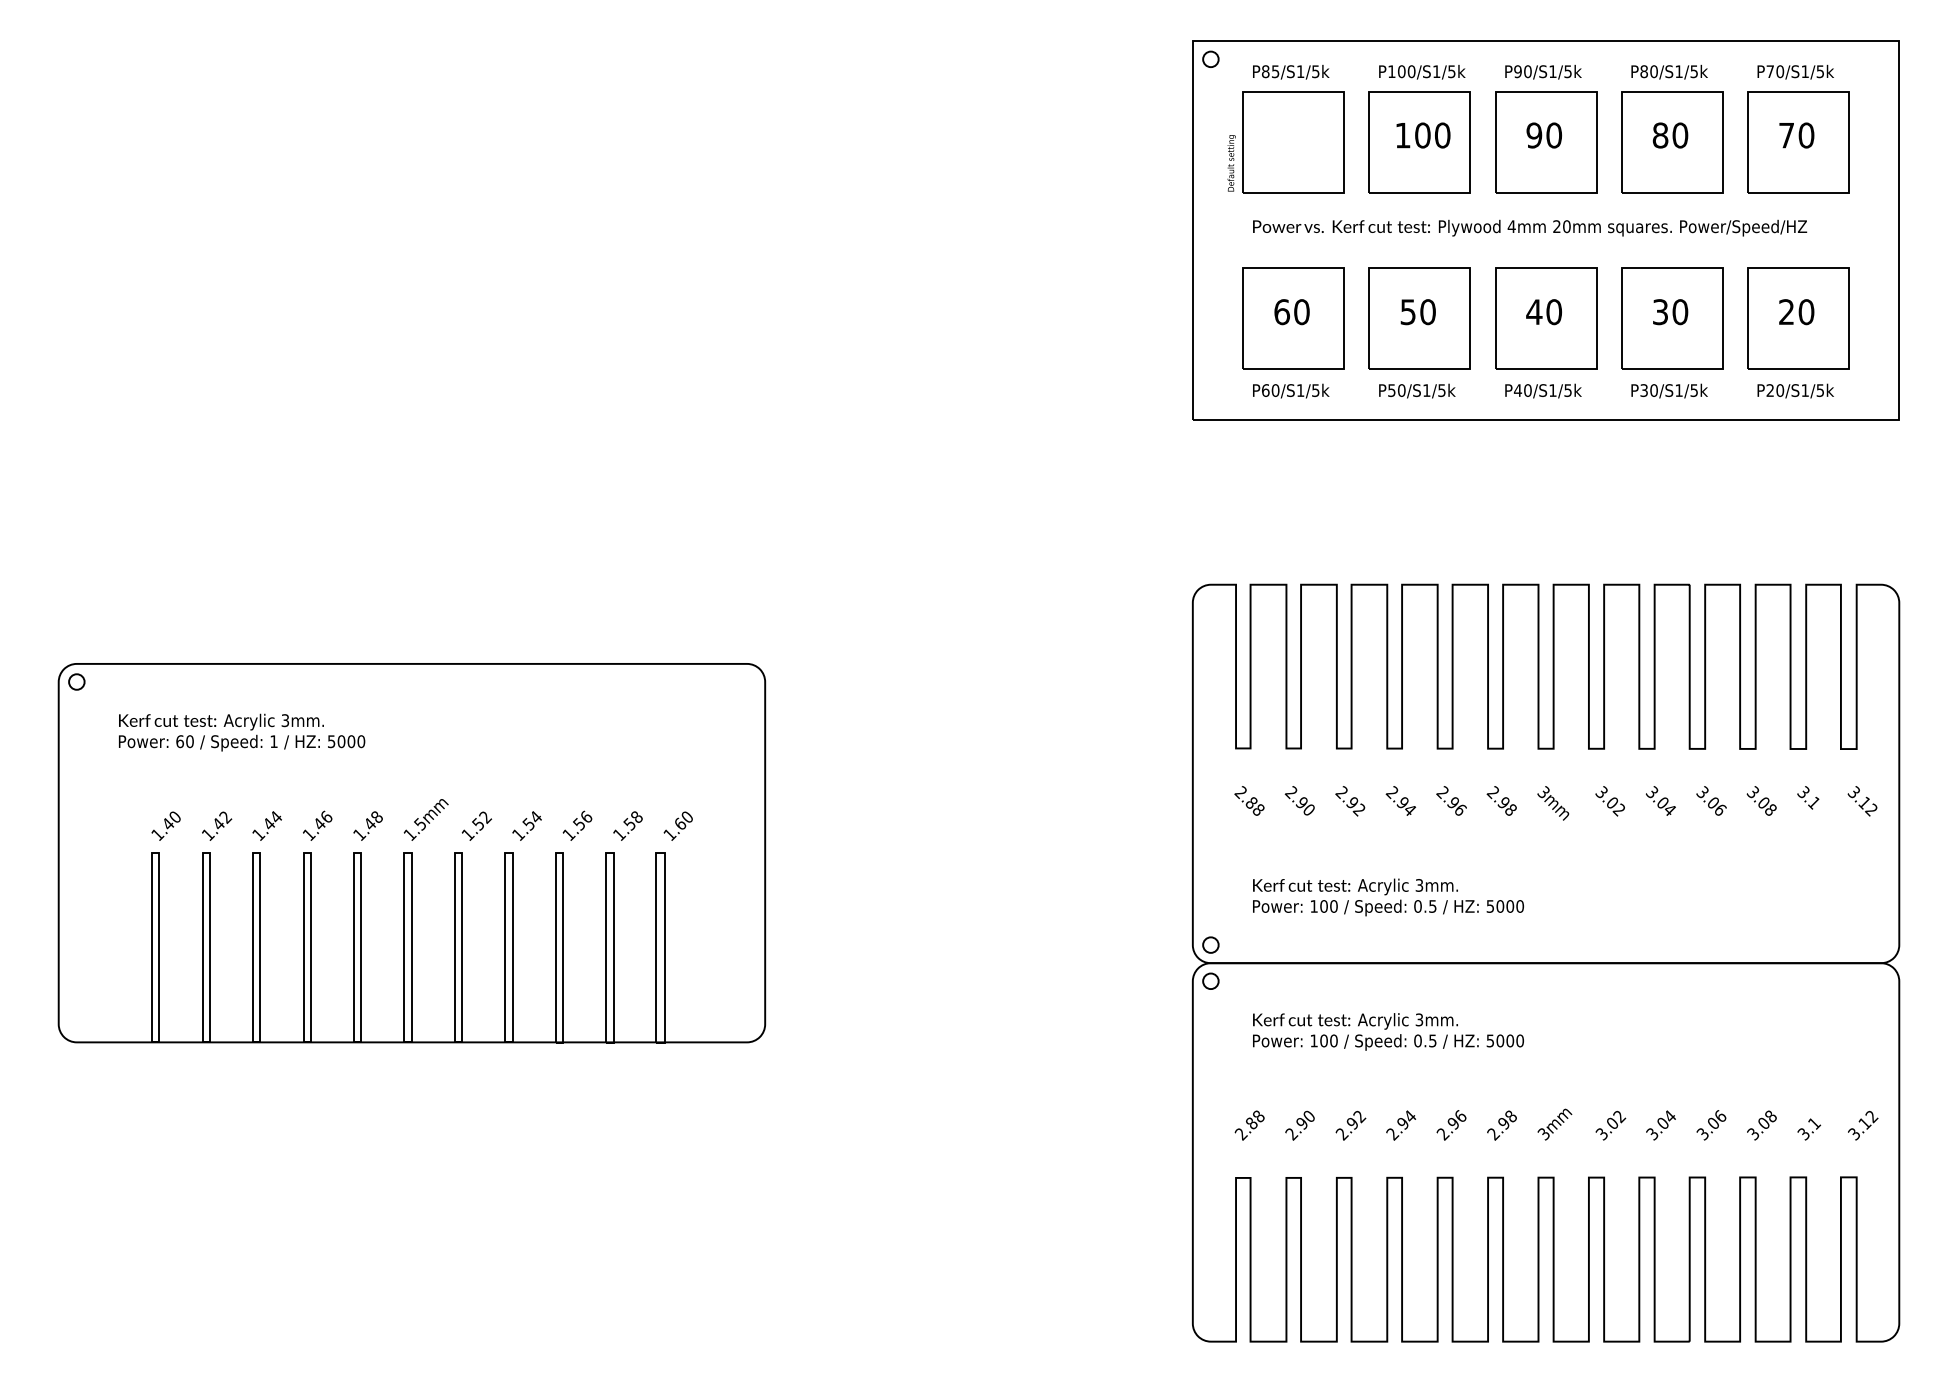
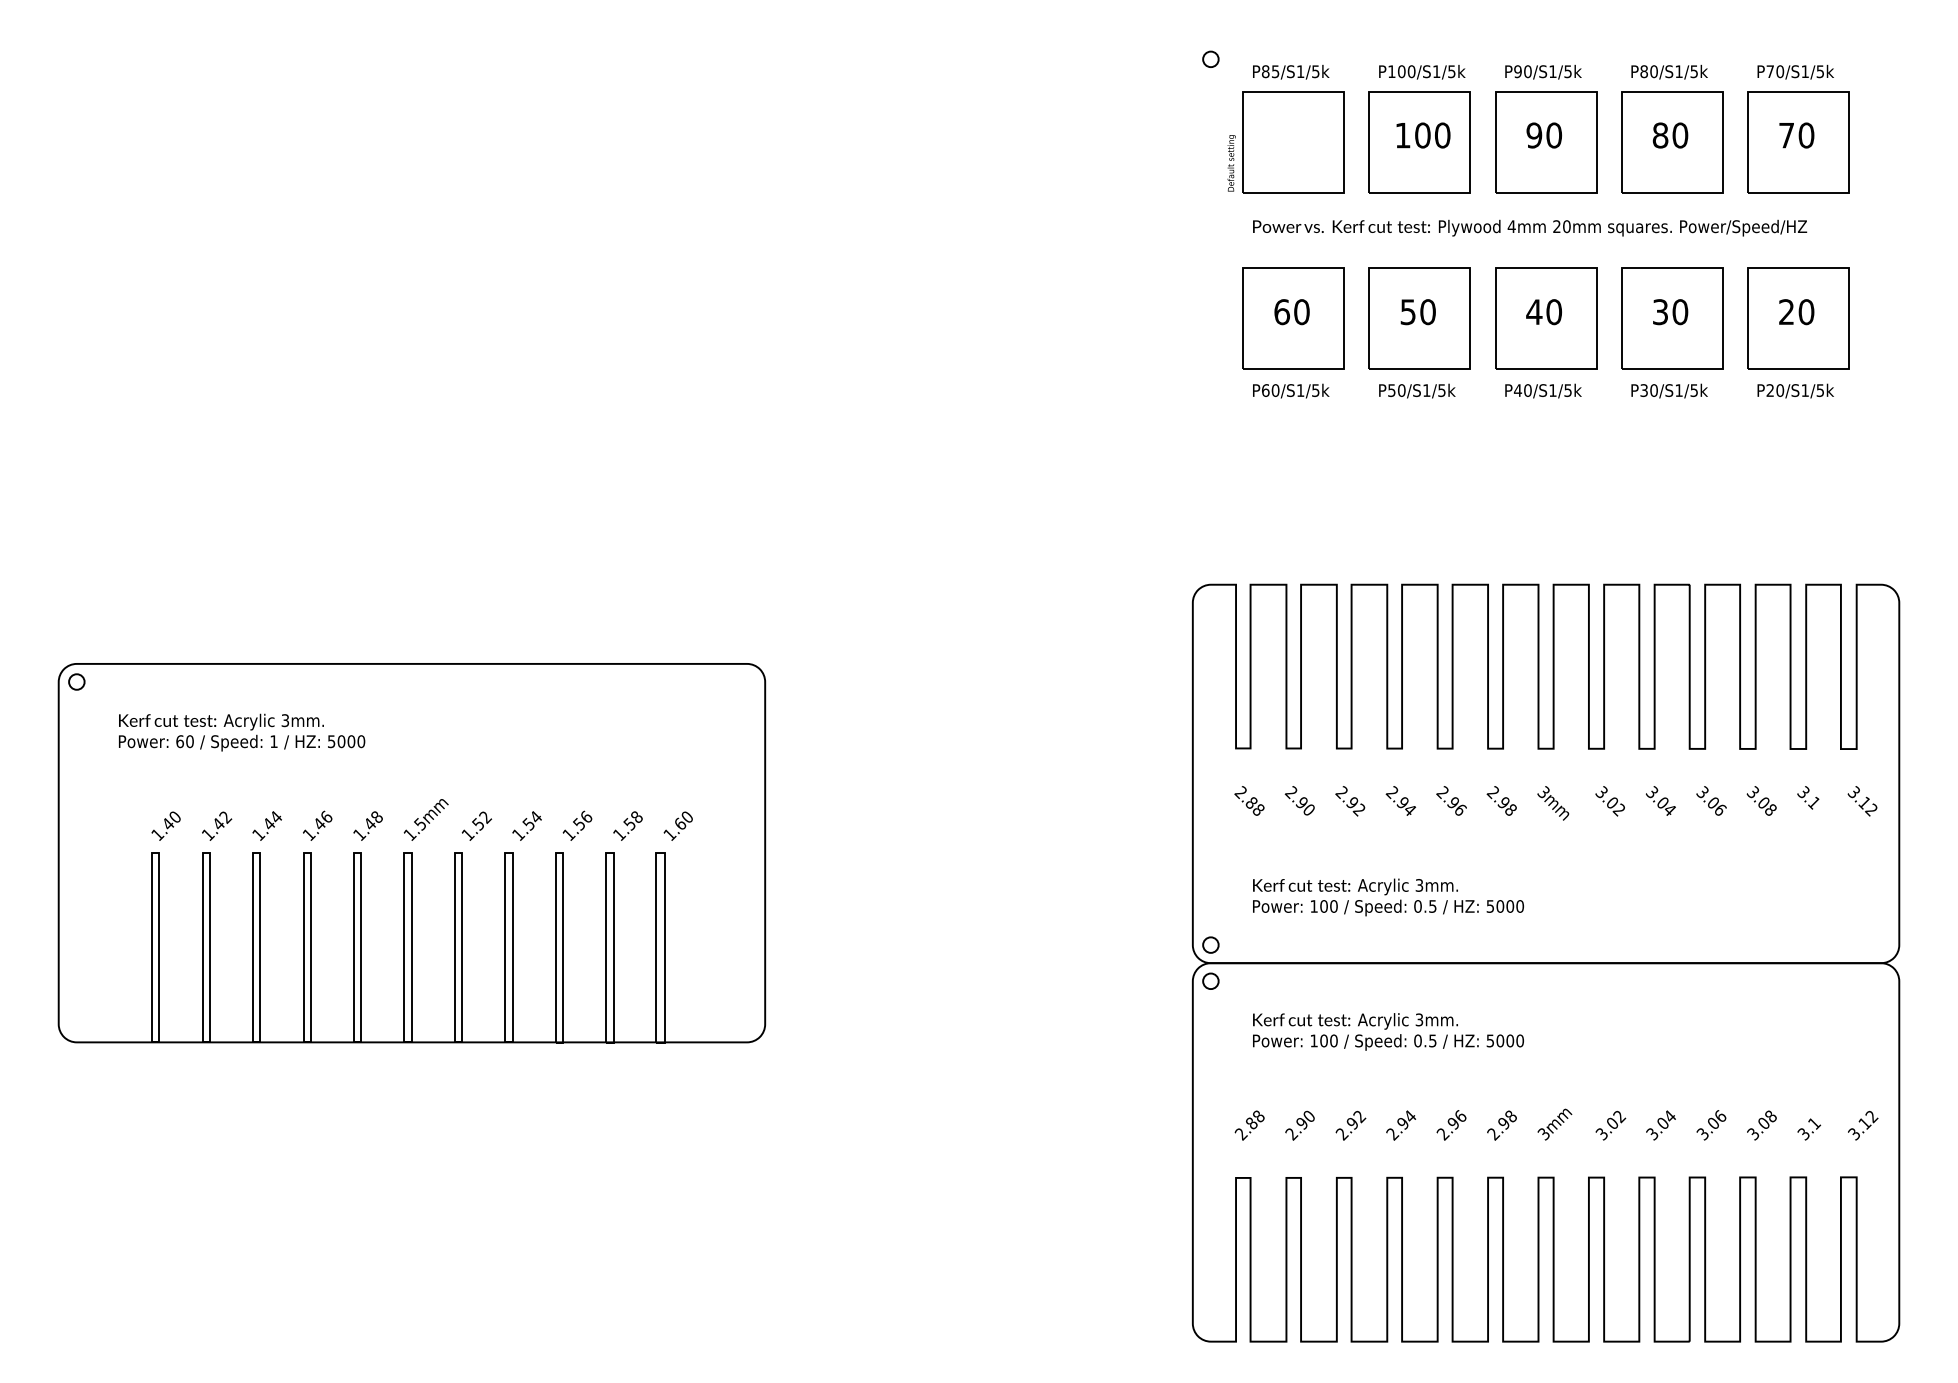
part at (1545, 230): present -> none
